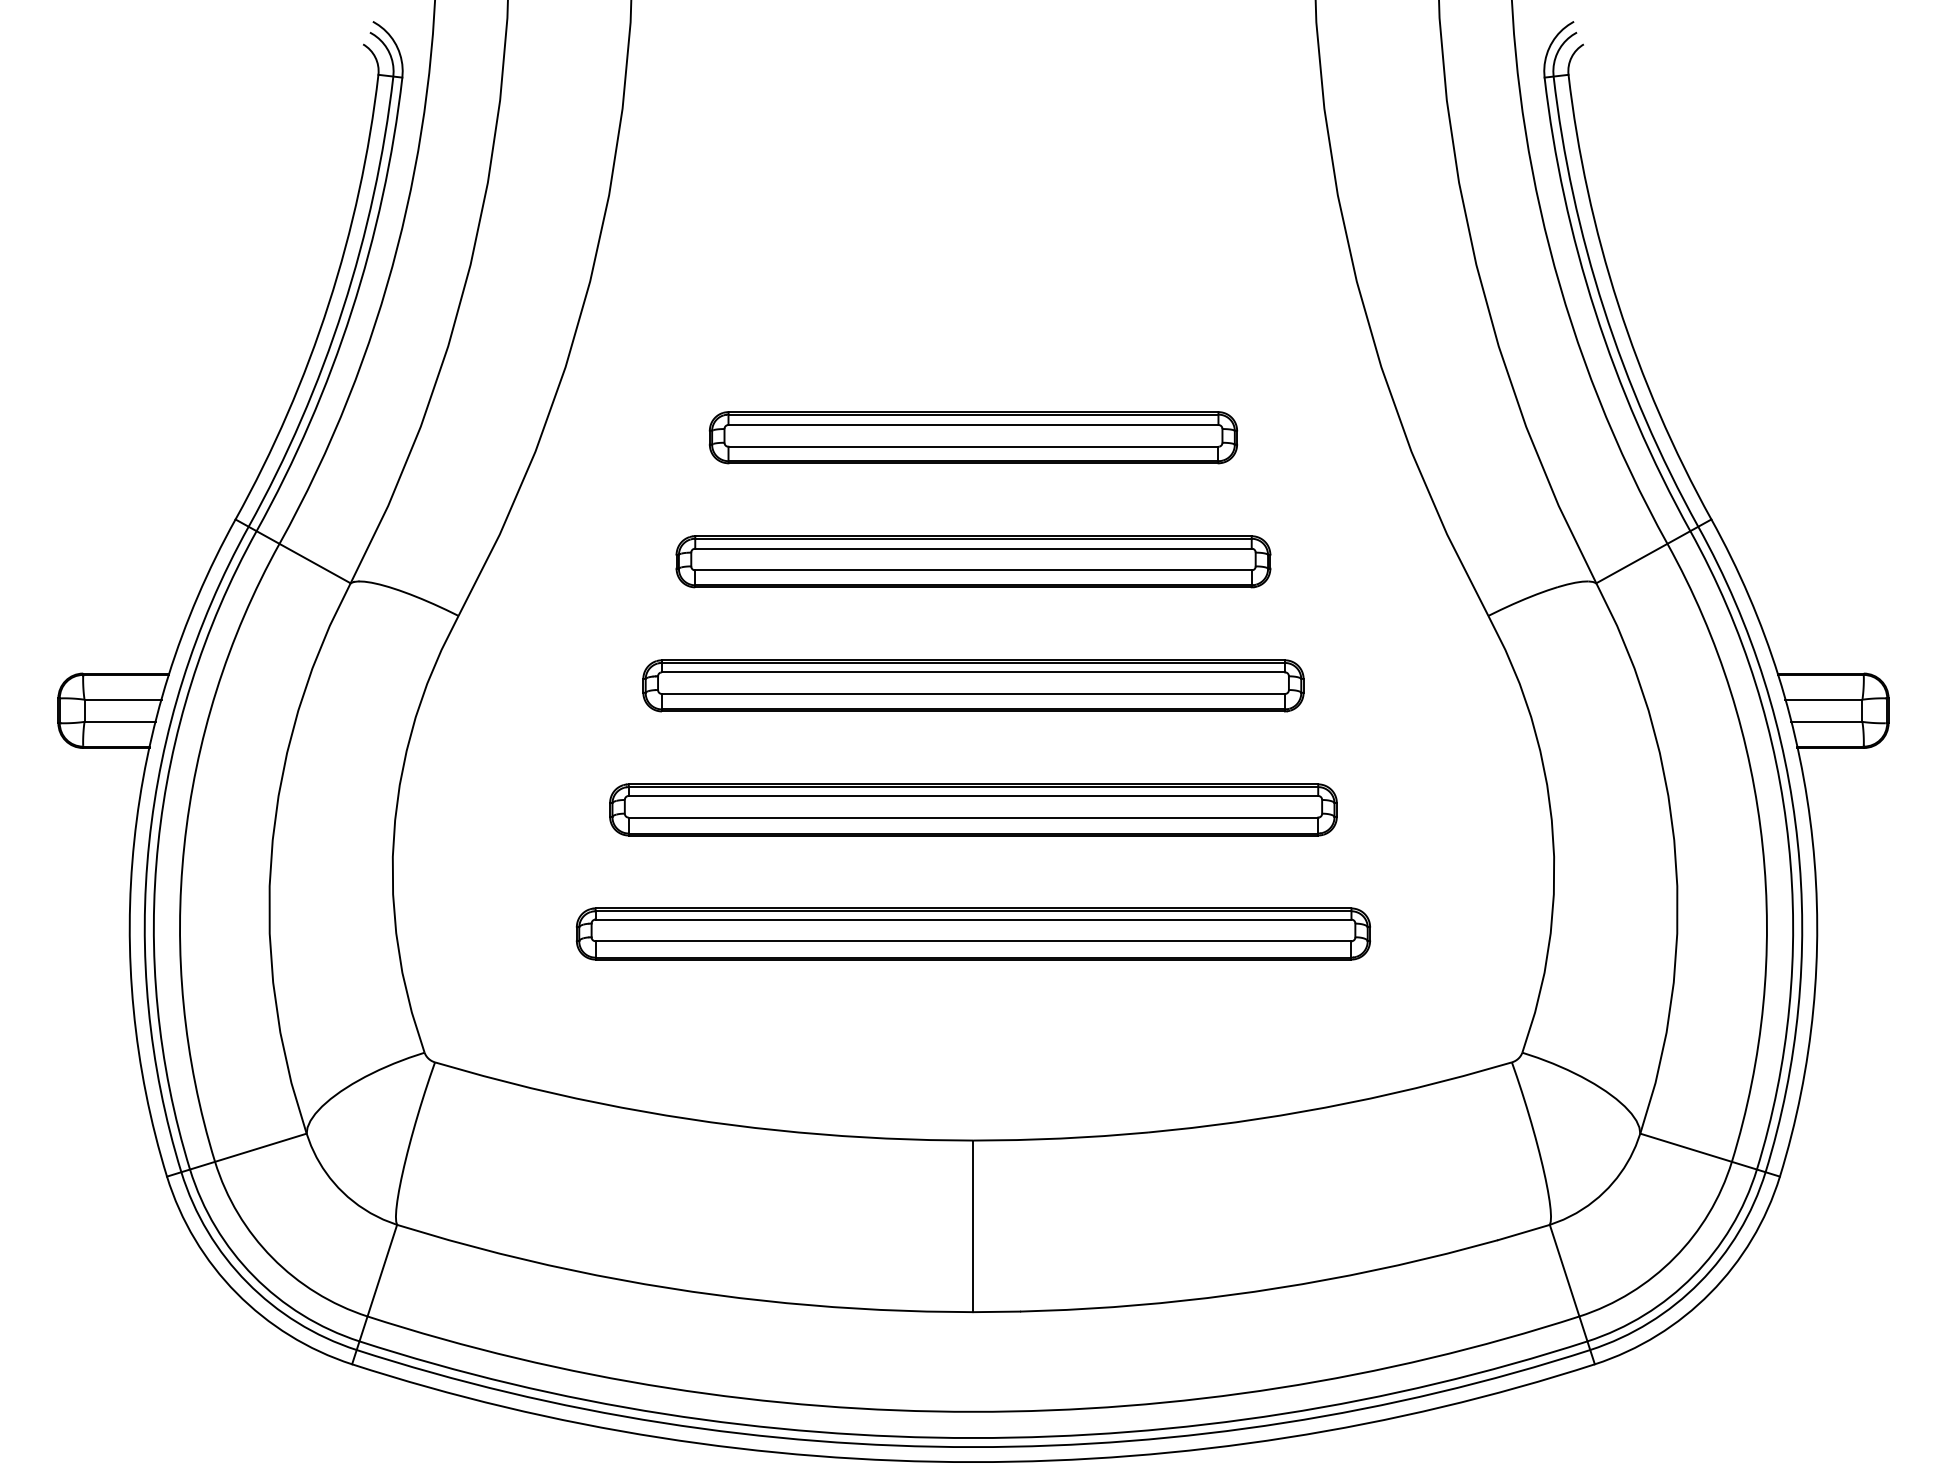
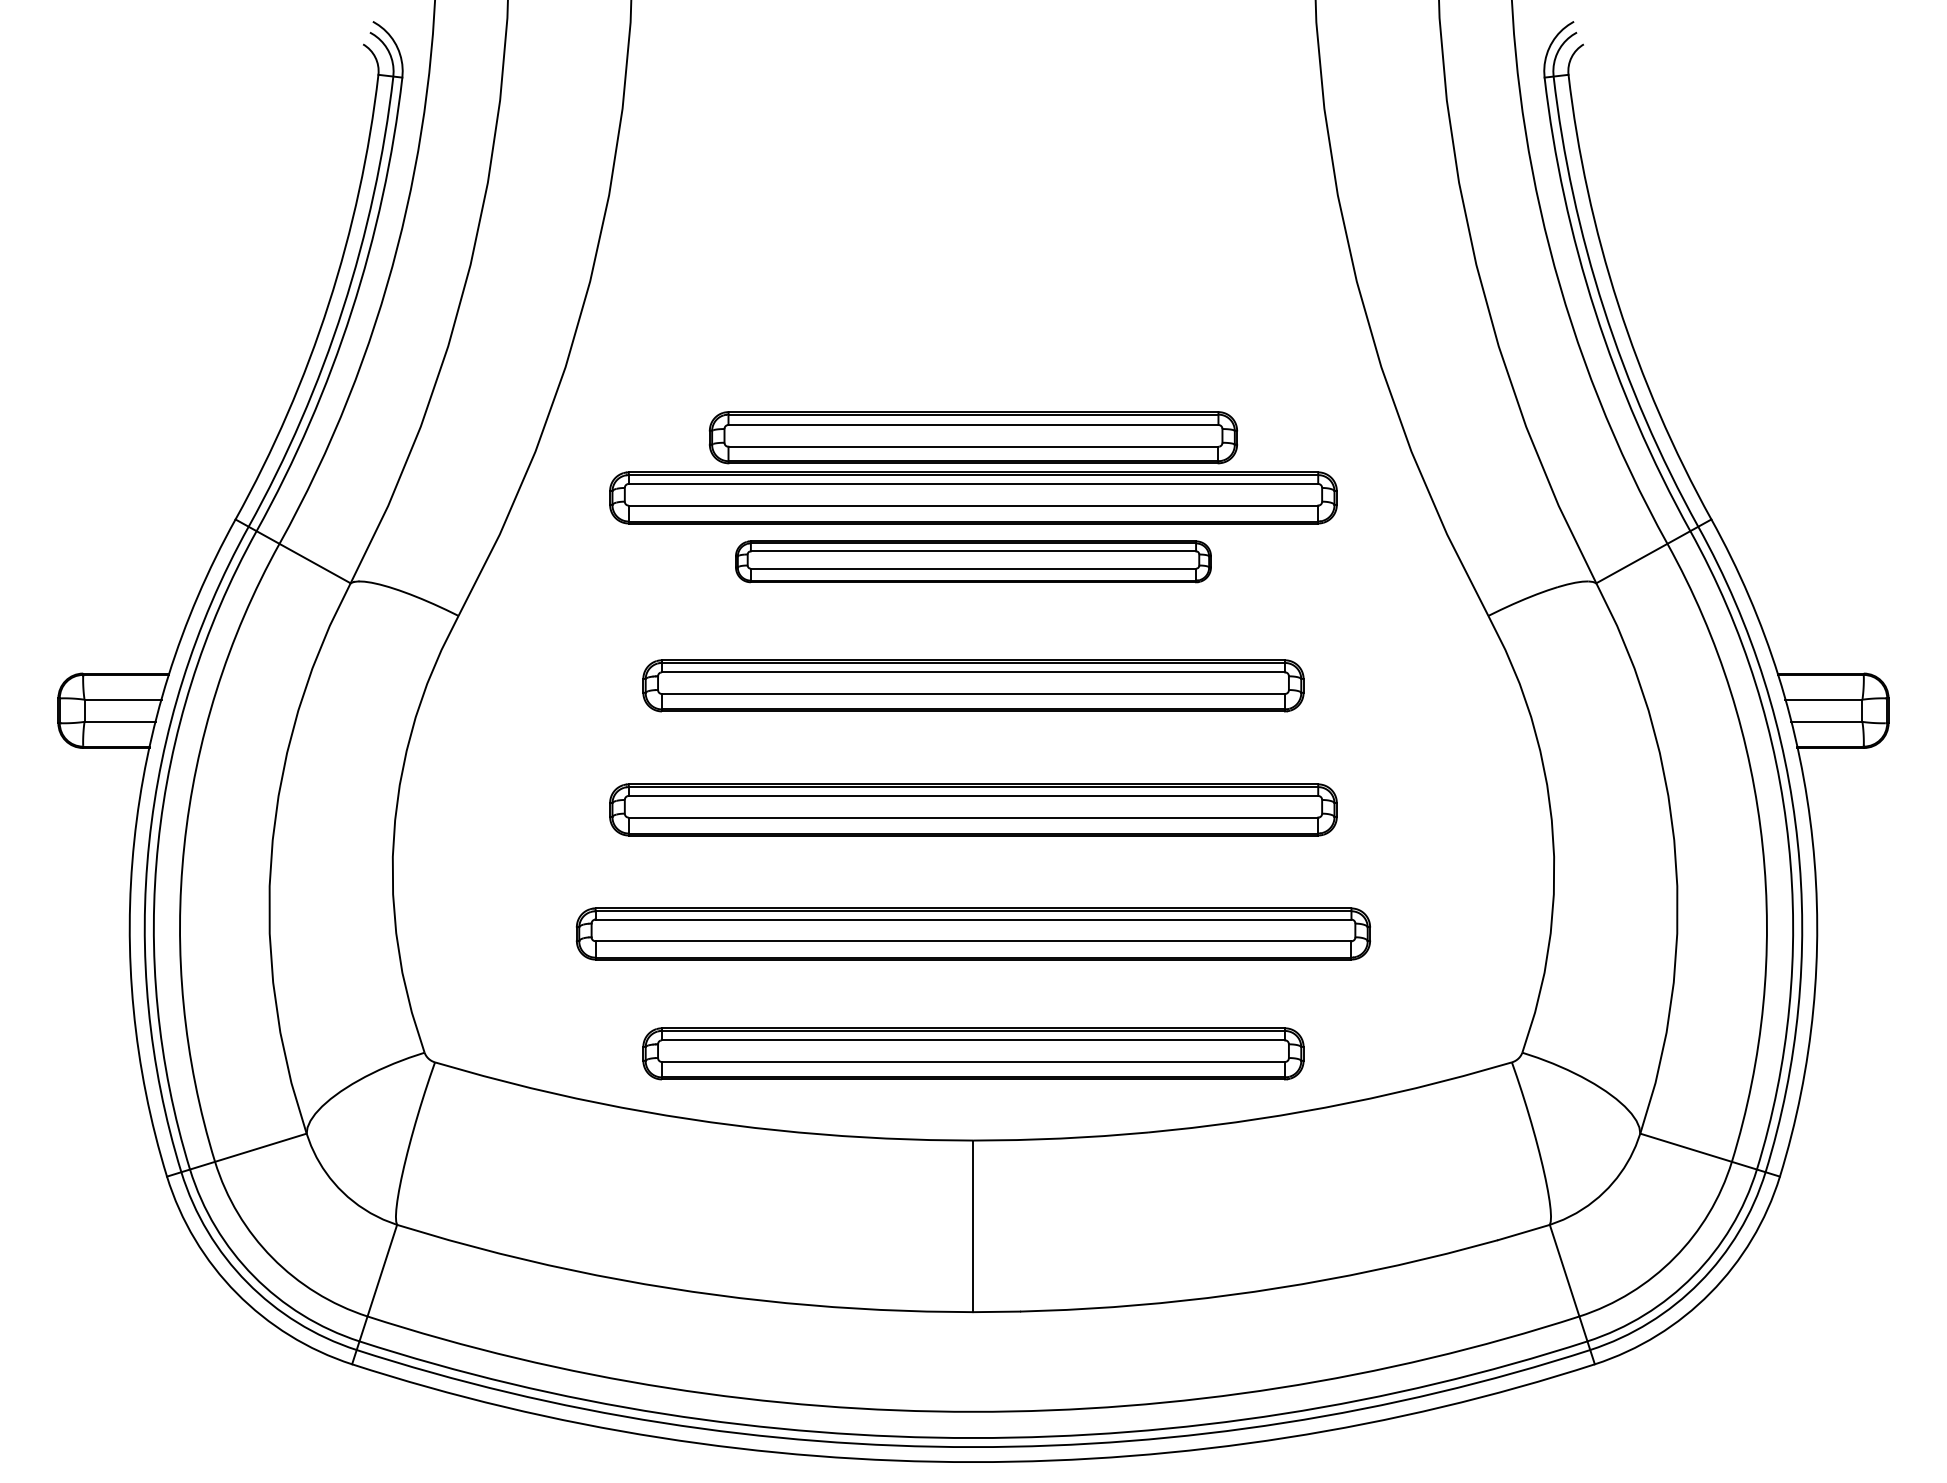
part at (973, 497): none -> present
part at (973, 561) size: 597x54 px -> 477x44 px
part at (973, 1053): none -> present
